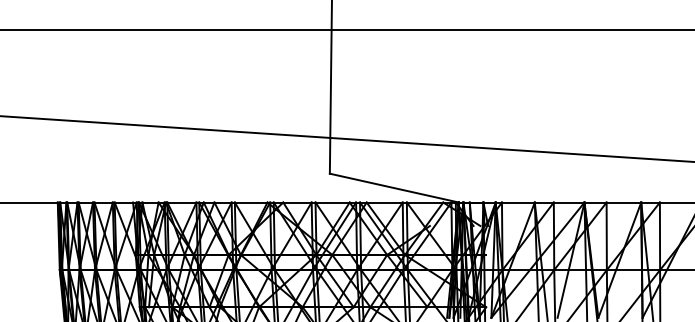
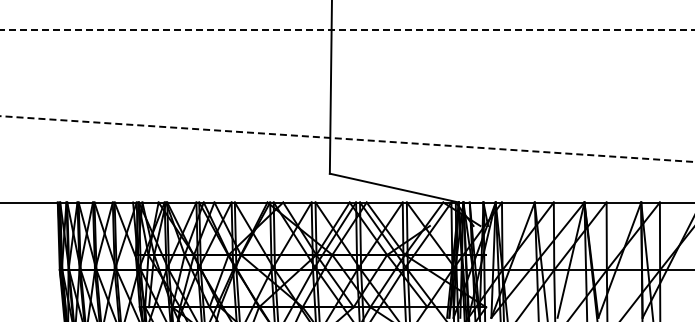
line at (347, 29): solid -> dashed
line at (346, 139): solid -> dashed
